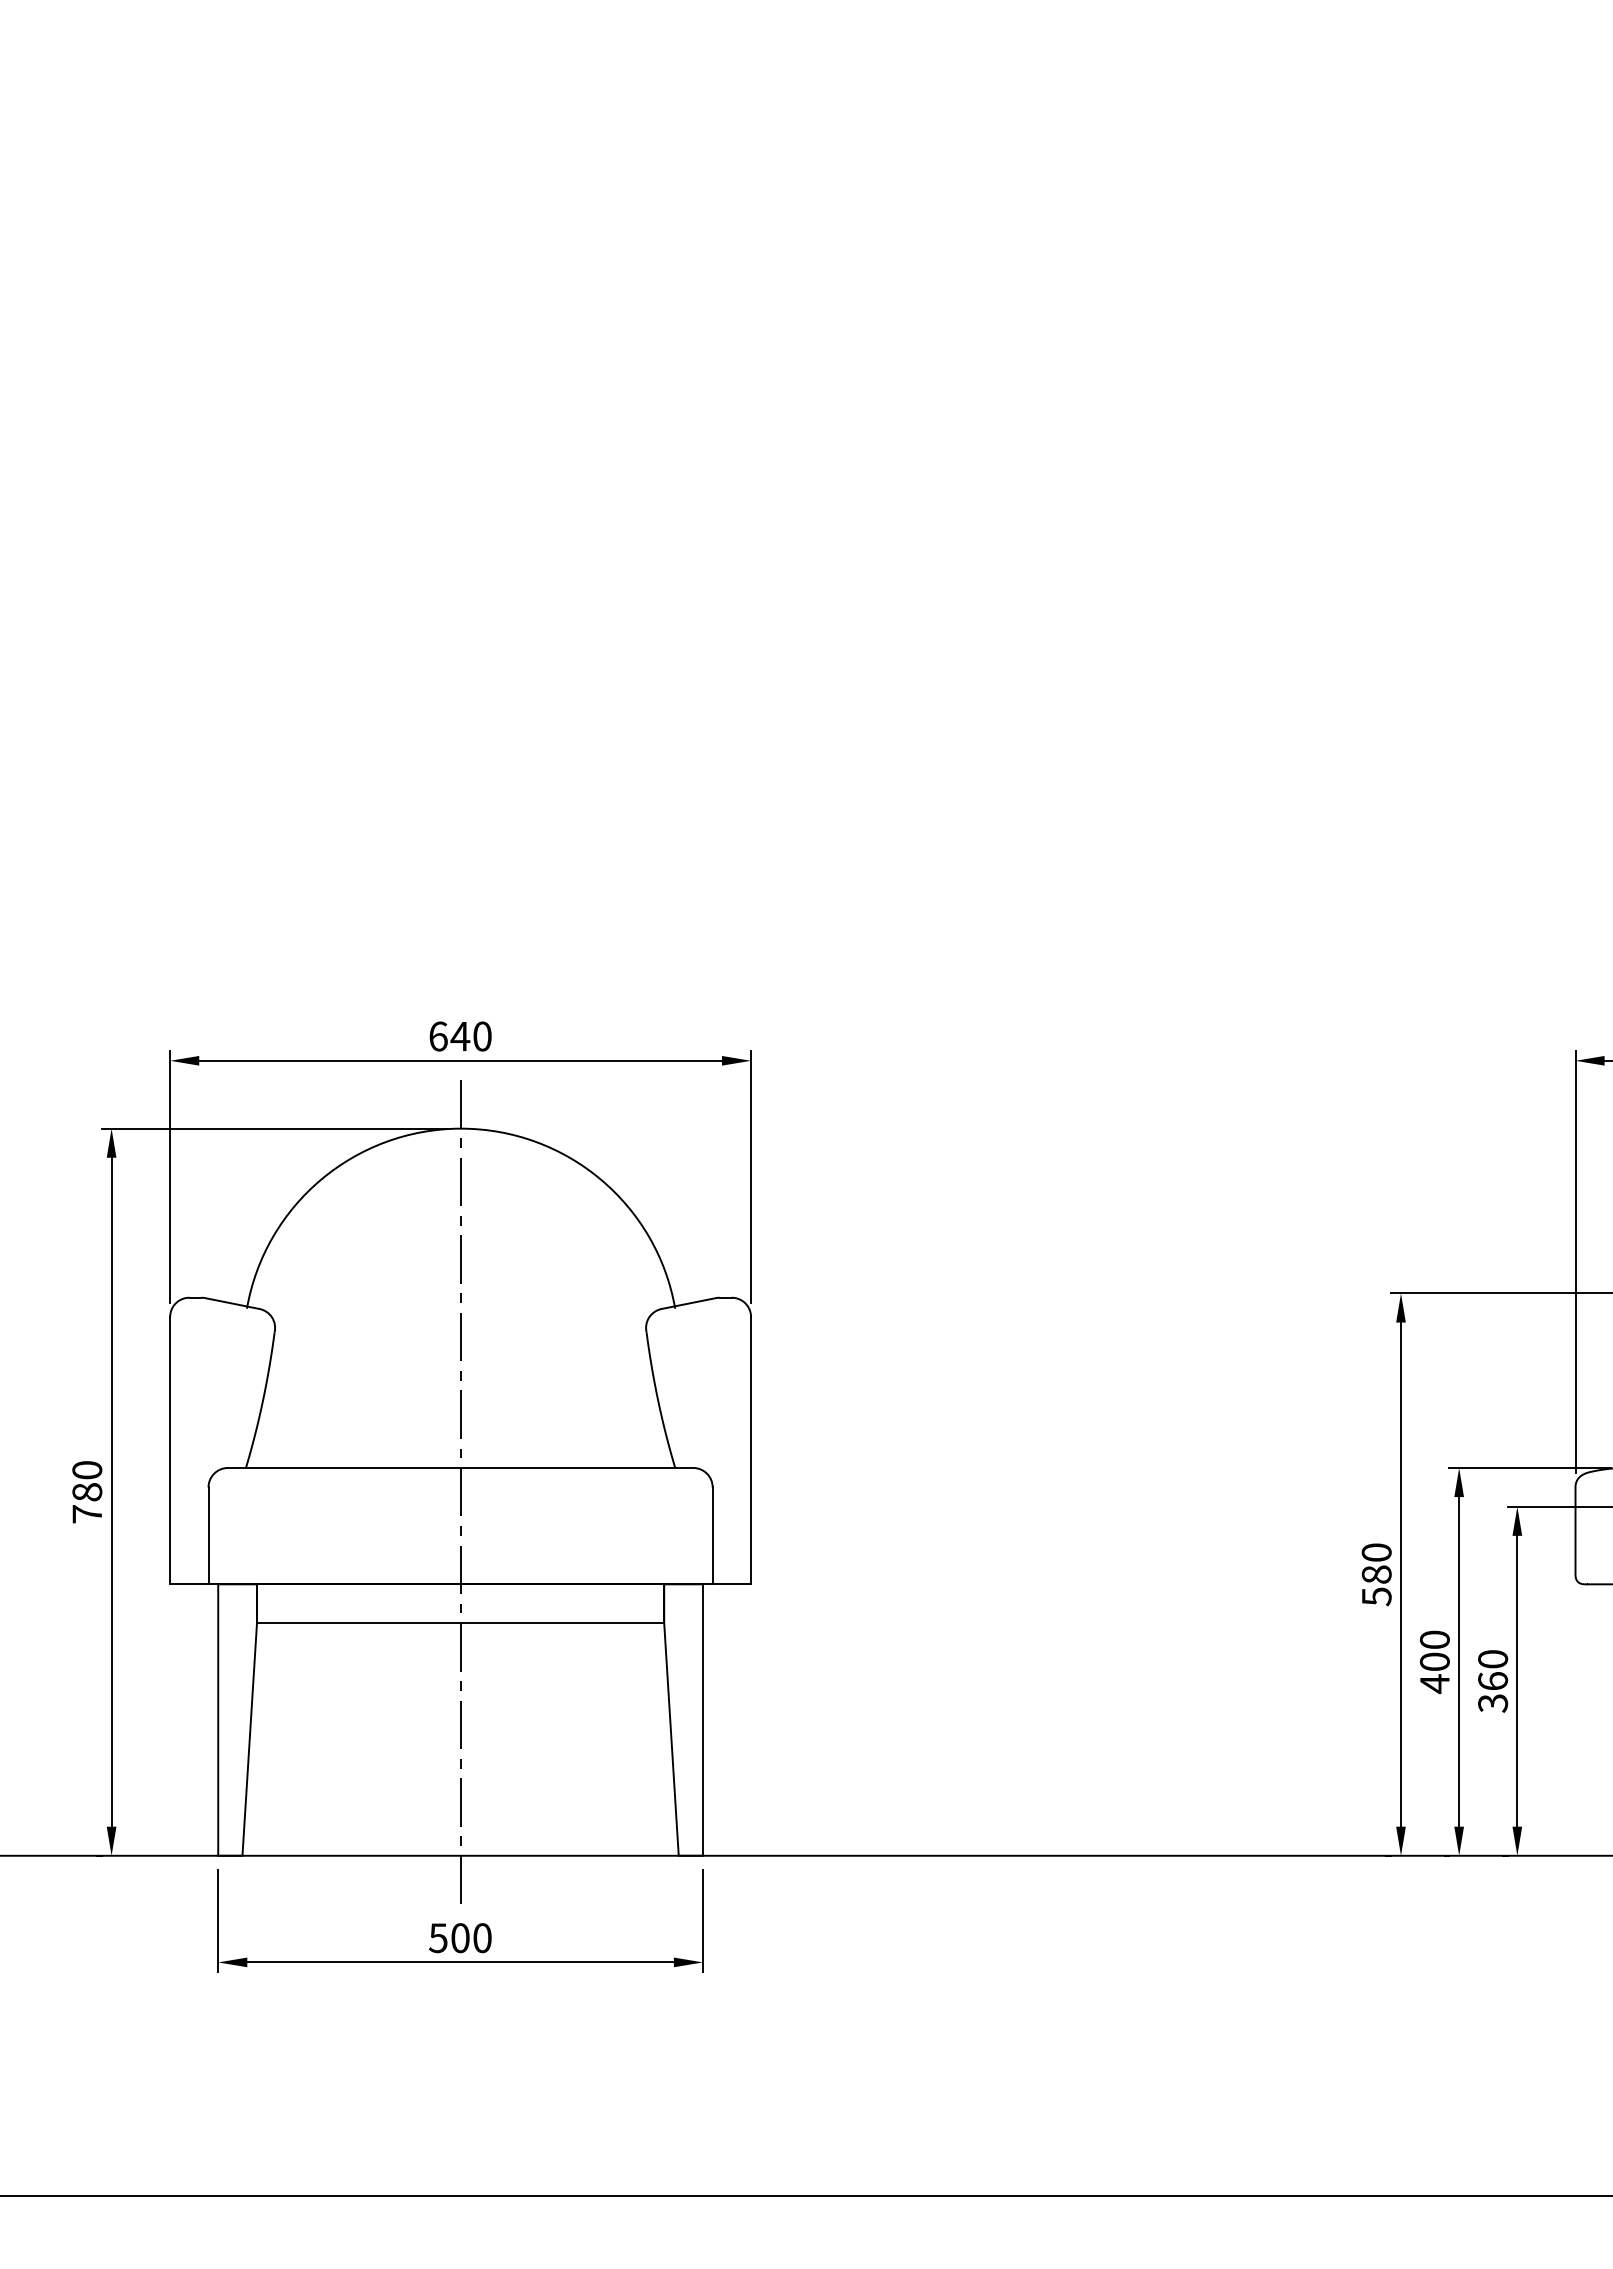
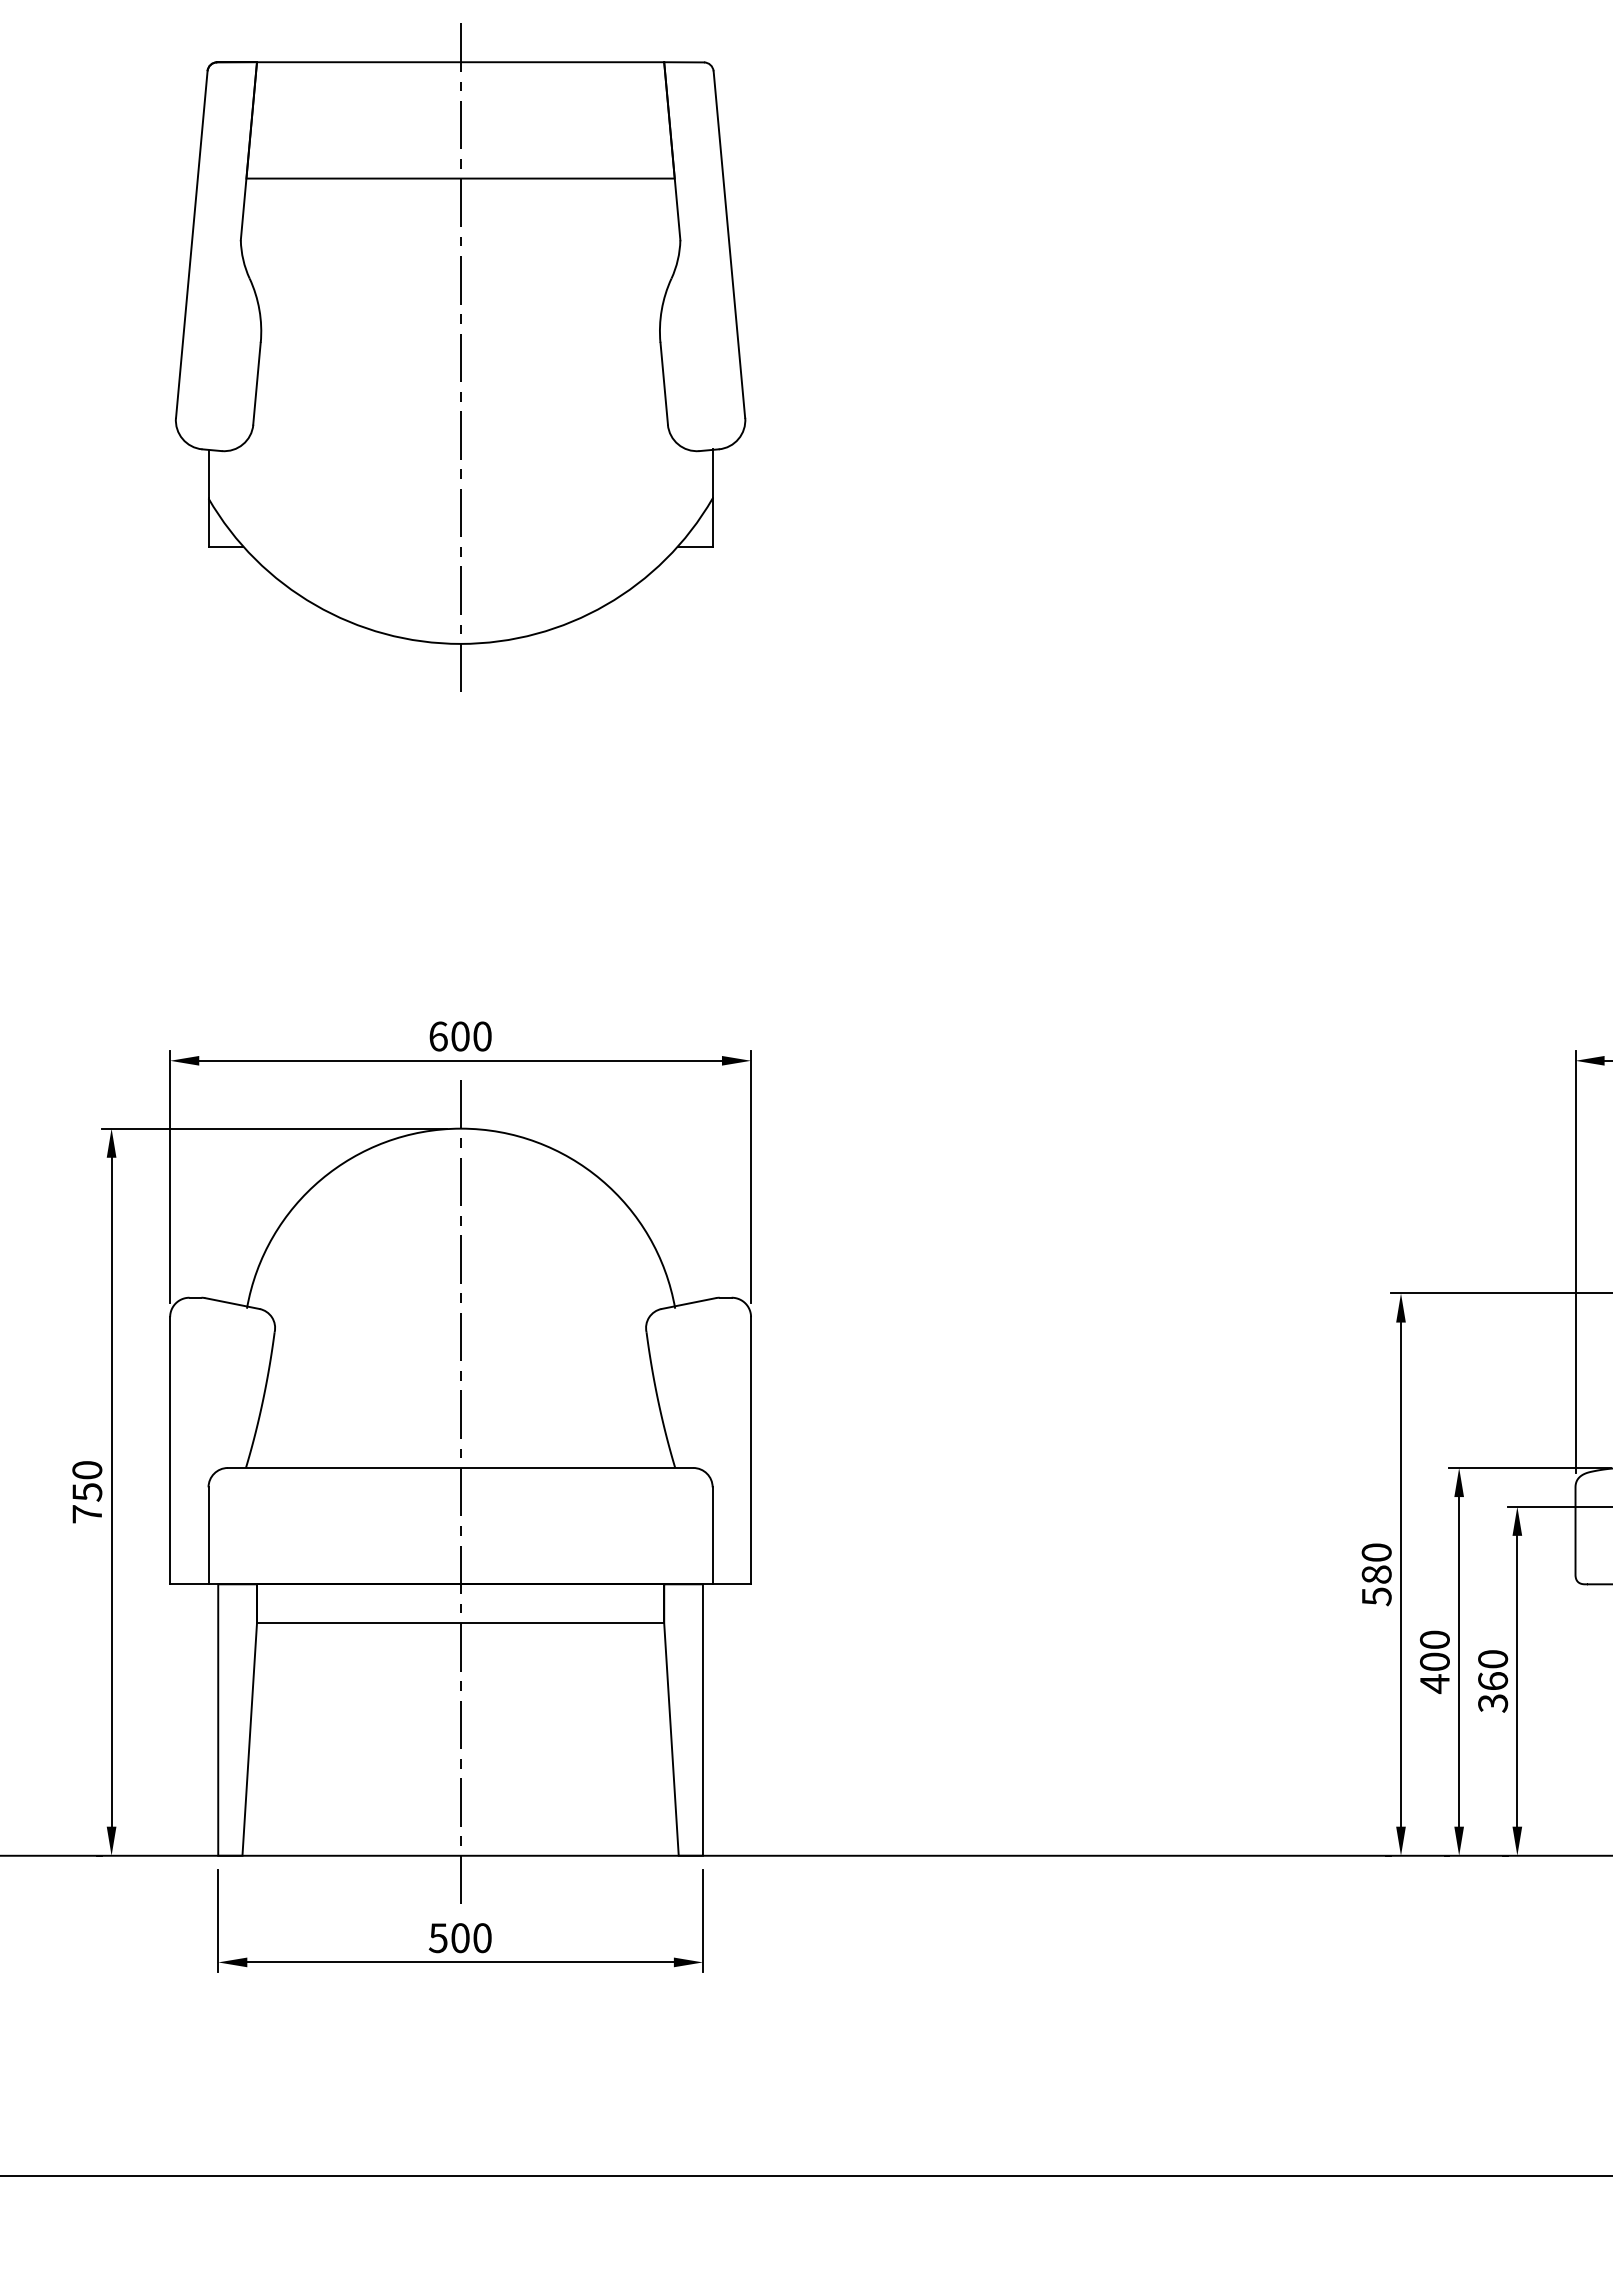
part at (460, 357): none -> present
text at (460, 1036): 640 -> 600
text at (87, 1492): 780 -> 750
line at (805, 2195) position: (805, 2195) -> (805, 2175)
